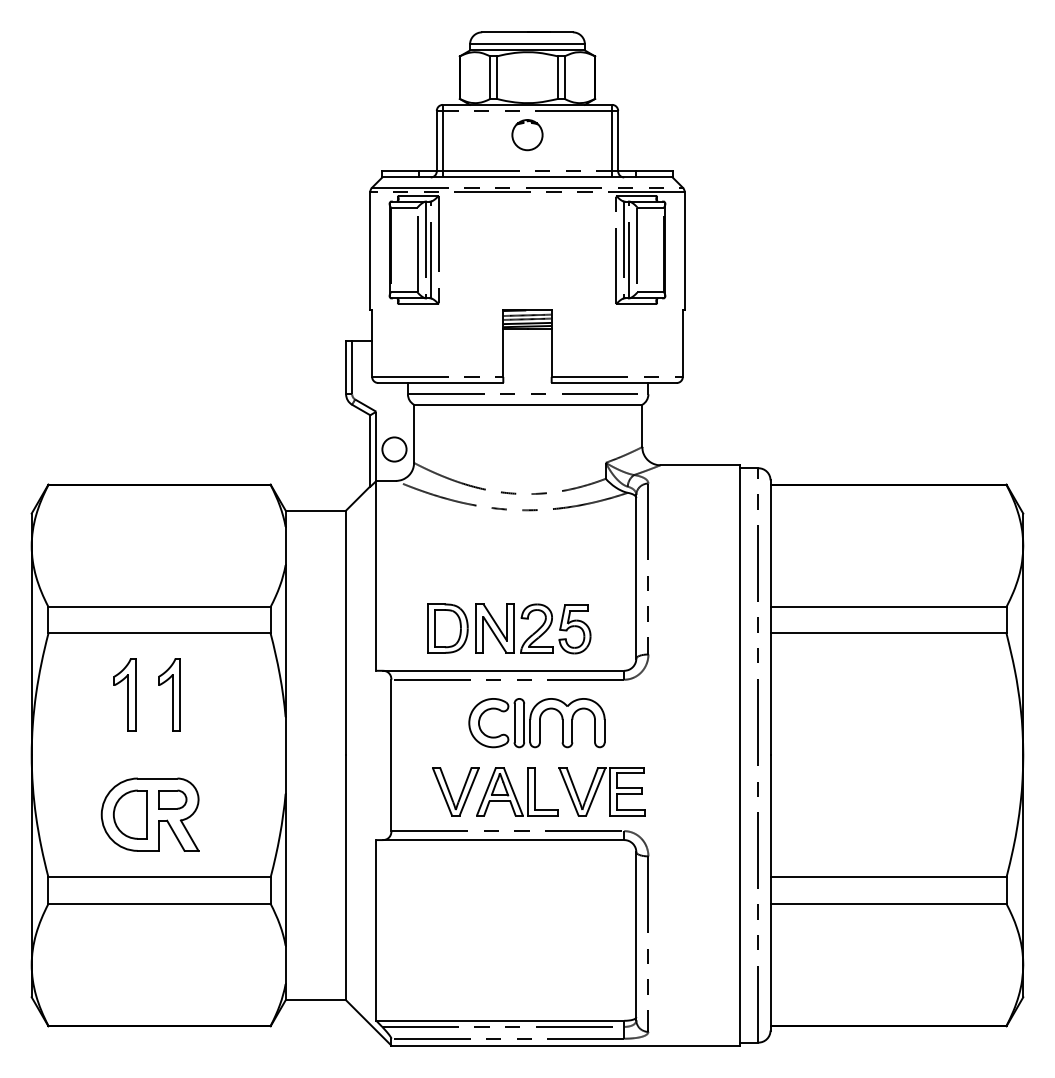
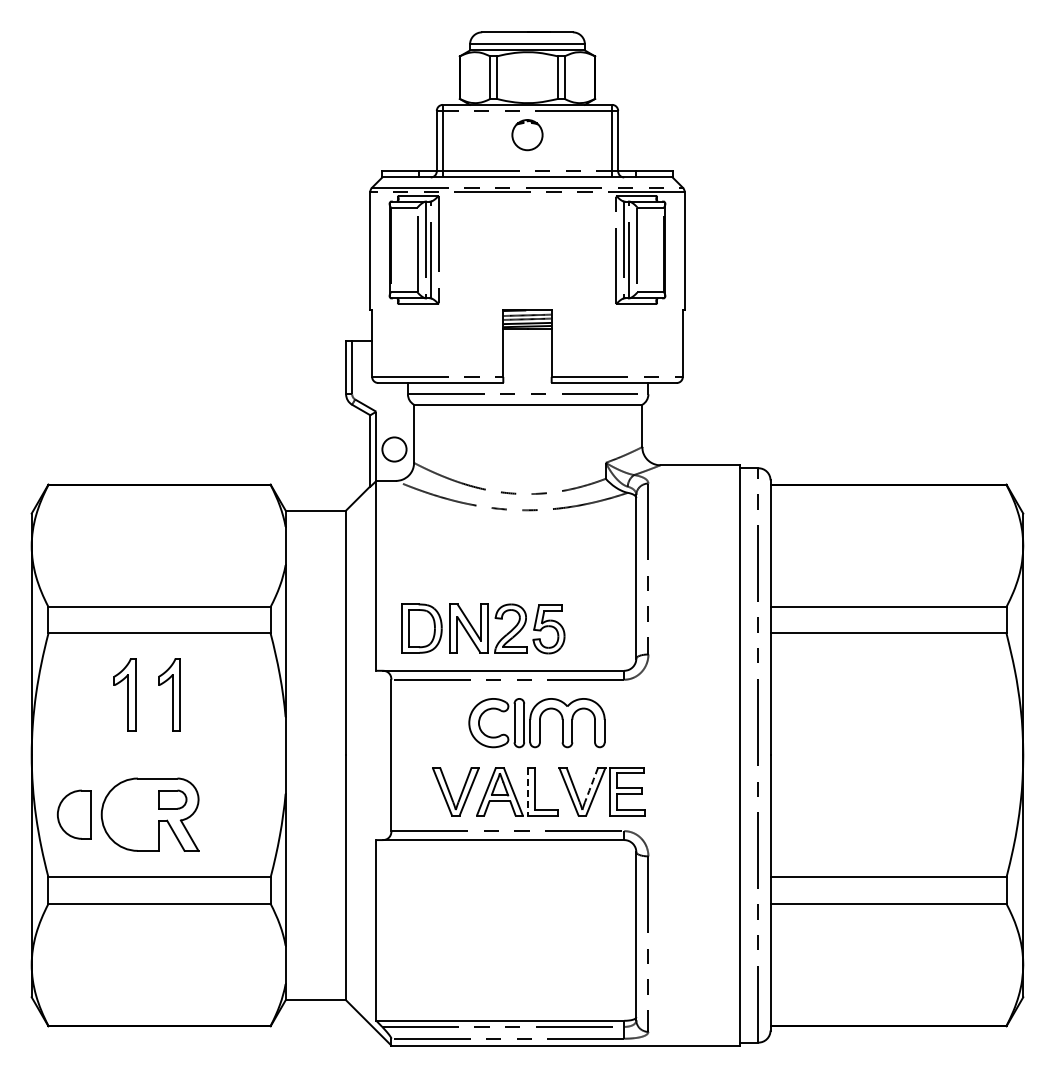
part at (509, 628) position: (509, 628) -> (483, 628)
line at (591, 785): solid -> dashed
line at (528, 792): solid -> dashed
part at (129, 814) position: (129, 814) -> (73, 814)
